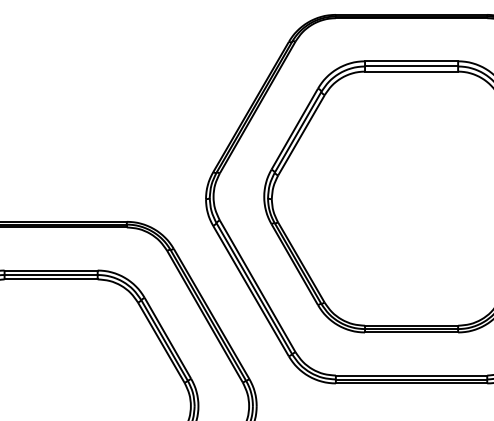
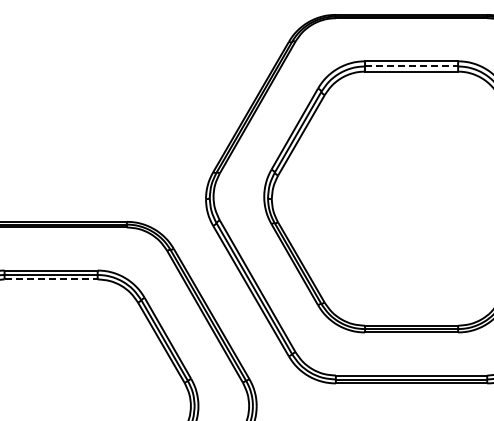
line at (411, 66): solid -> dashed
line at (51, 279): solid -> dashed
